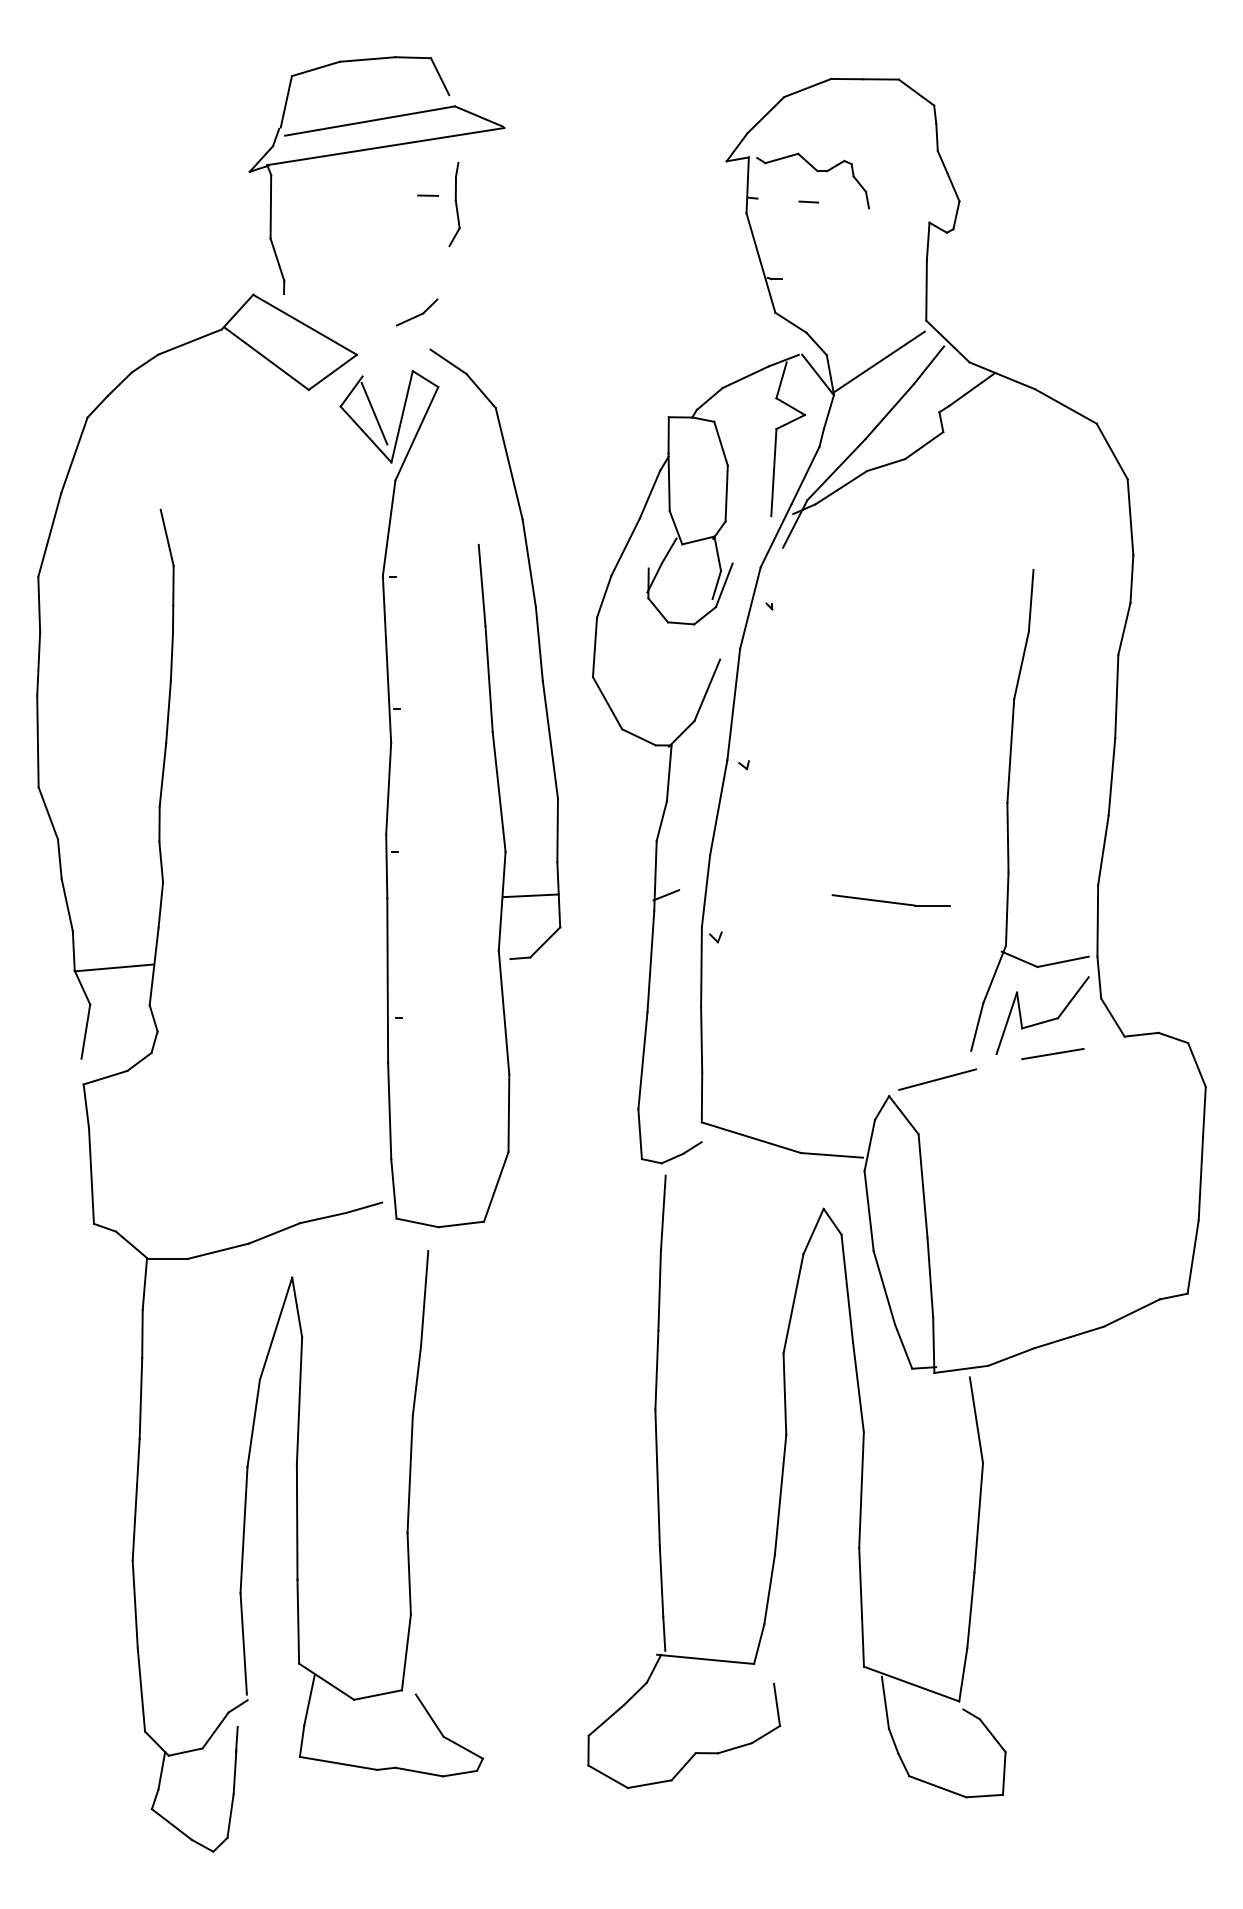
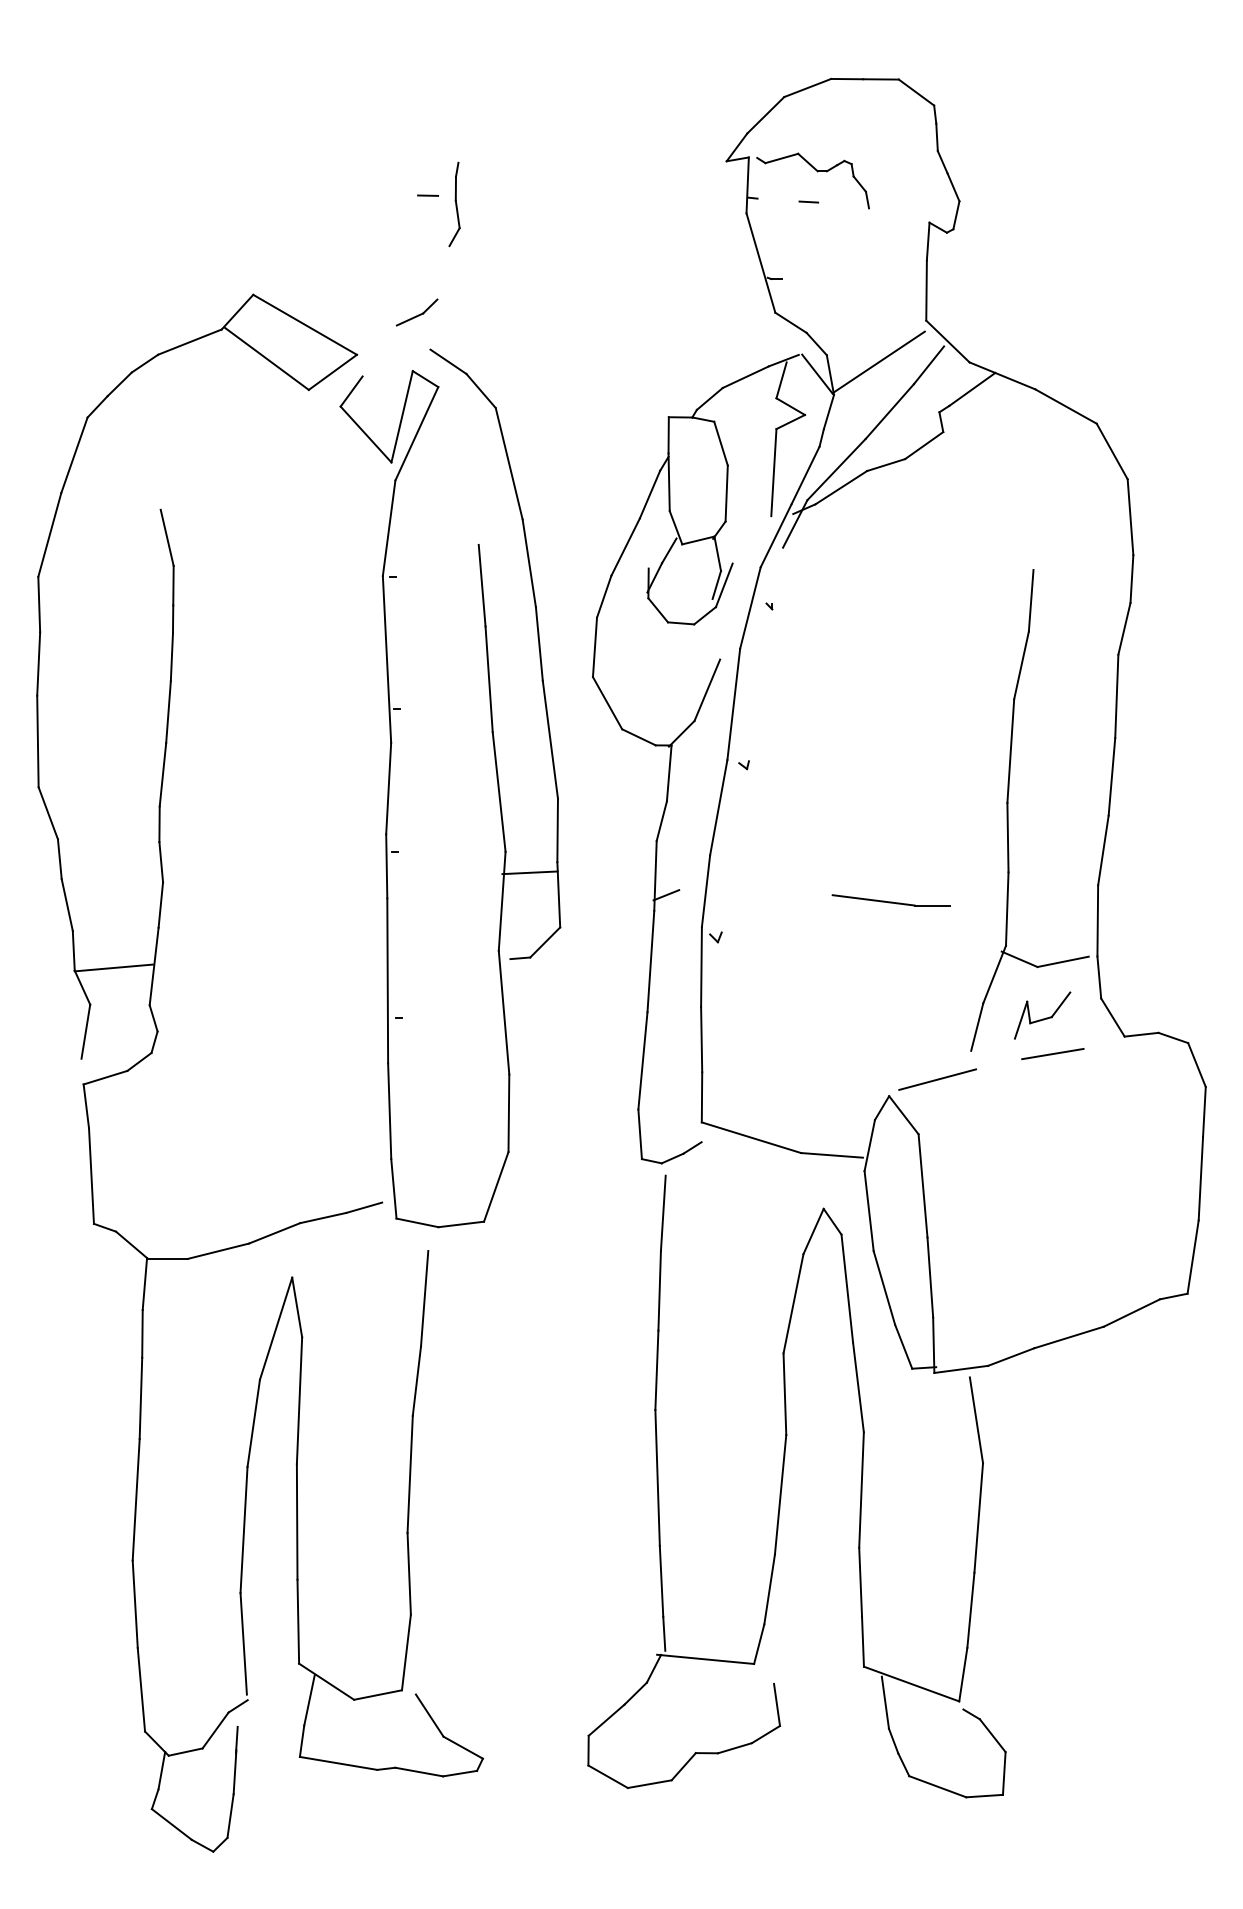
part at (375, 149): present -> none
line at (374, 413): present -> none
line at (530, 895) position: (530, 895) -> (529, 872)
part at (1042, 1015) size: 95x79 px -> 58x49 px
